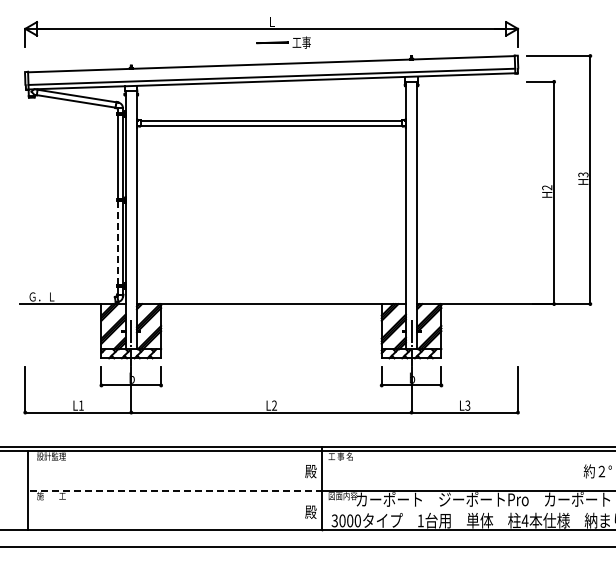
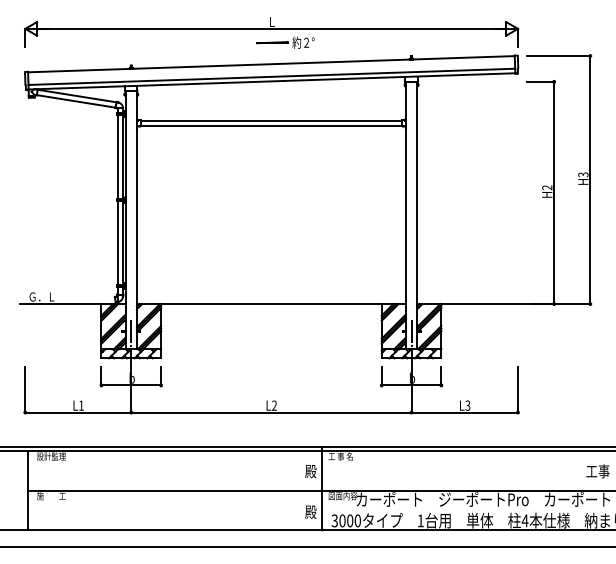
text at (303, 42): 工事 -> 約２°
line at (117, 243): dashed -> solid
text at (597, 471): 約２° -> 工事
line at (176, 490): dashed -> solid
